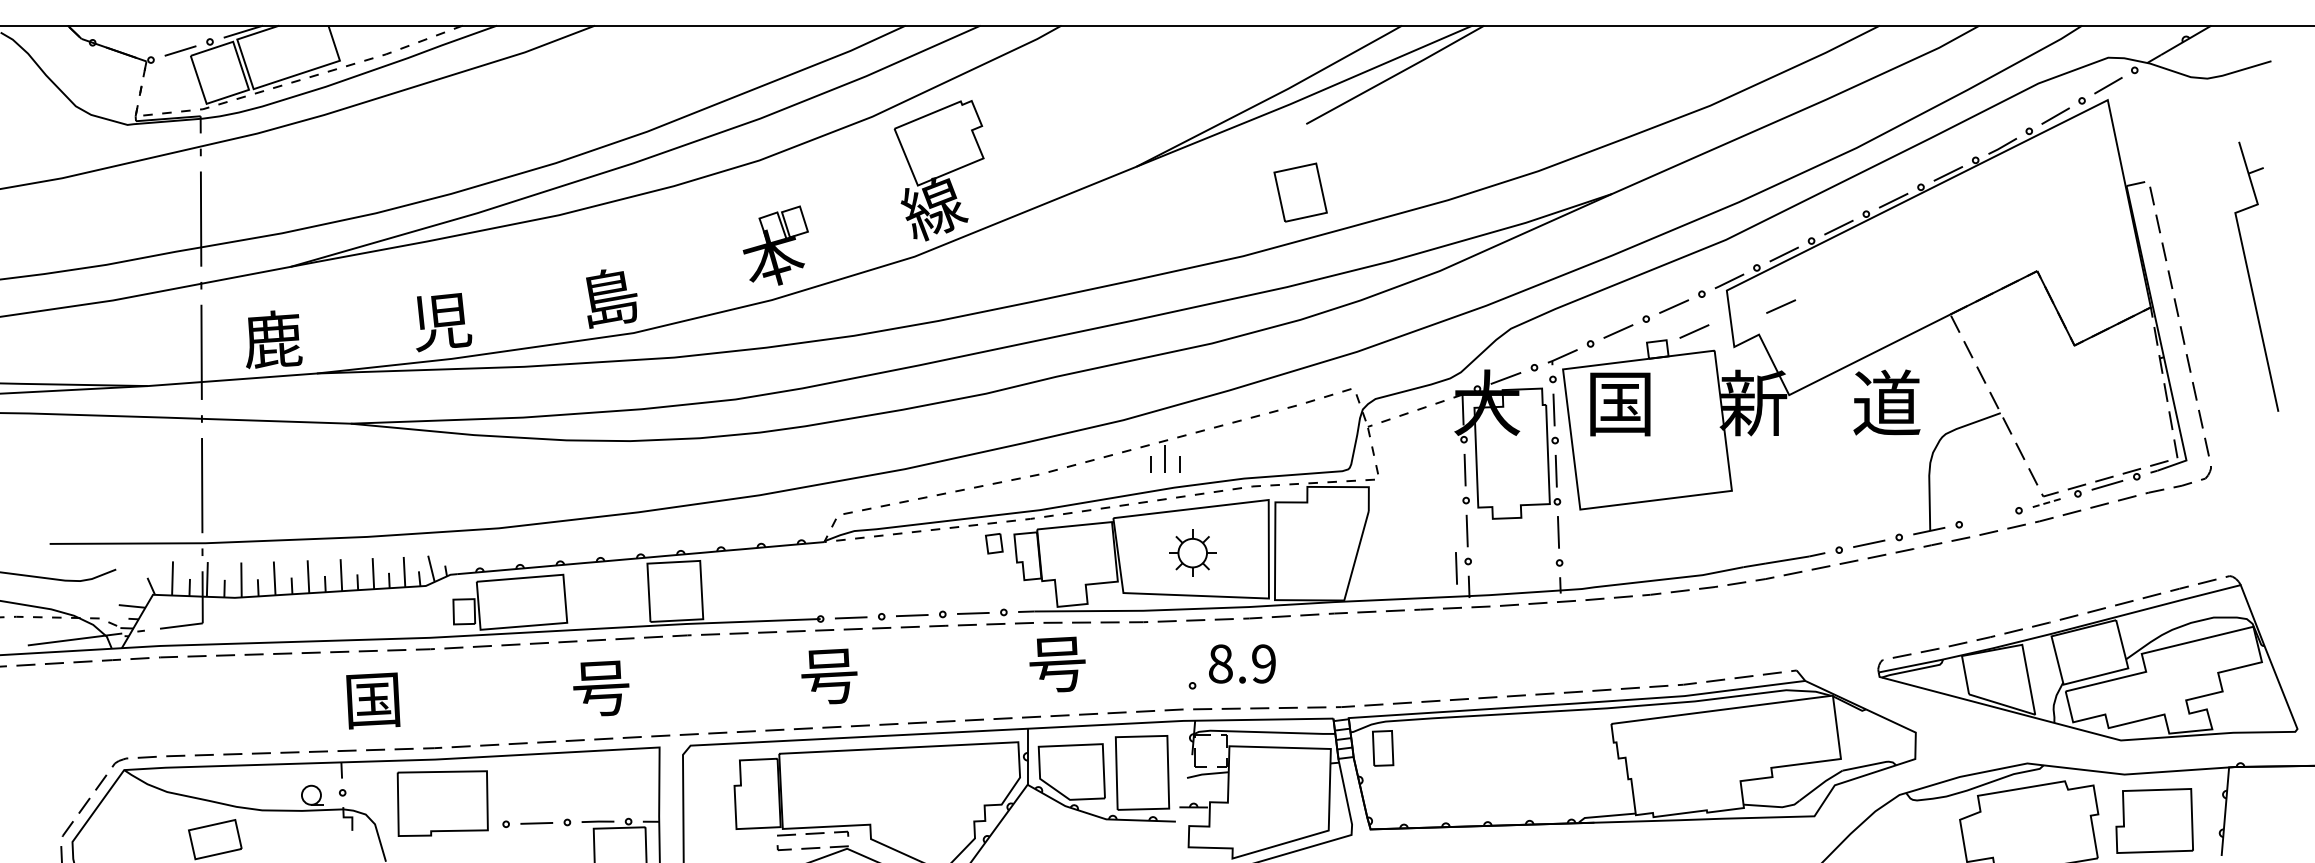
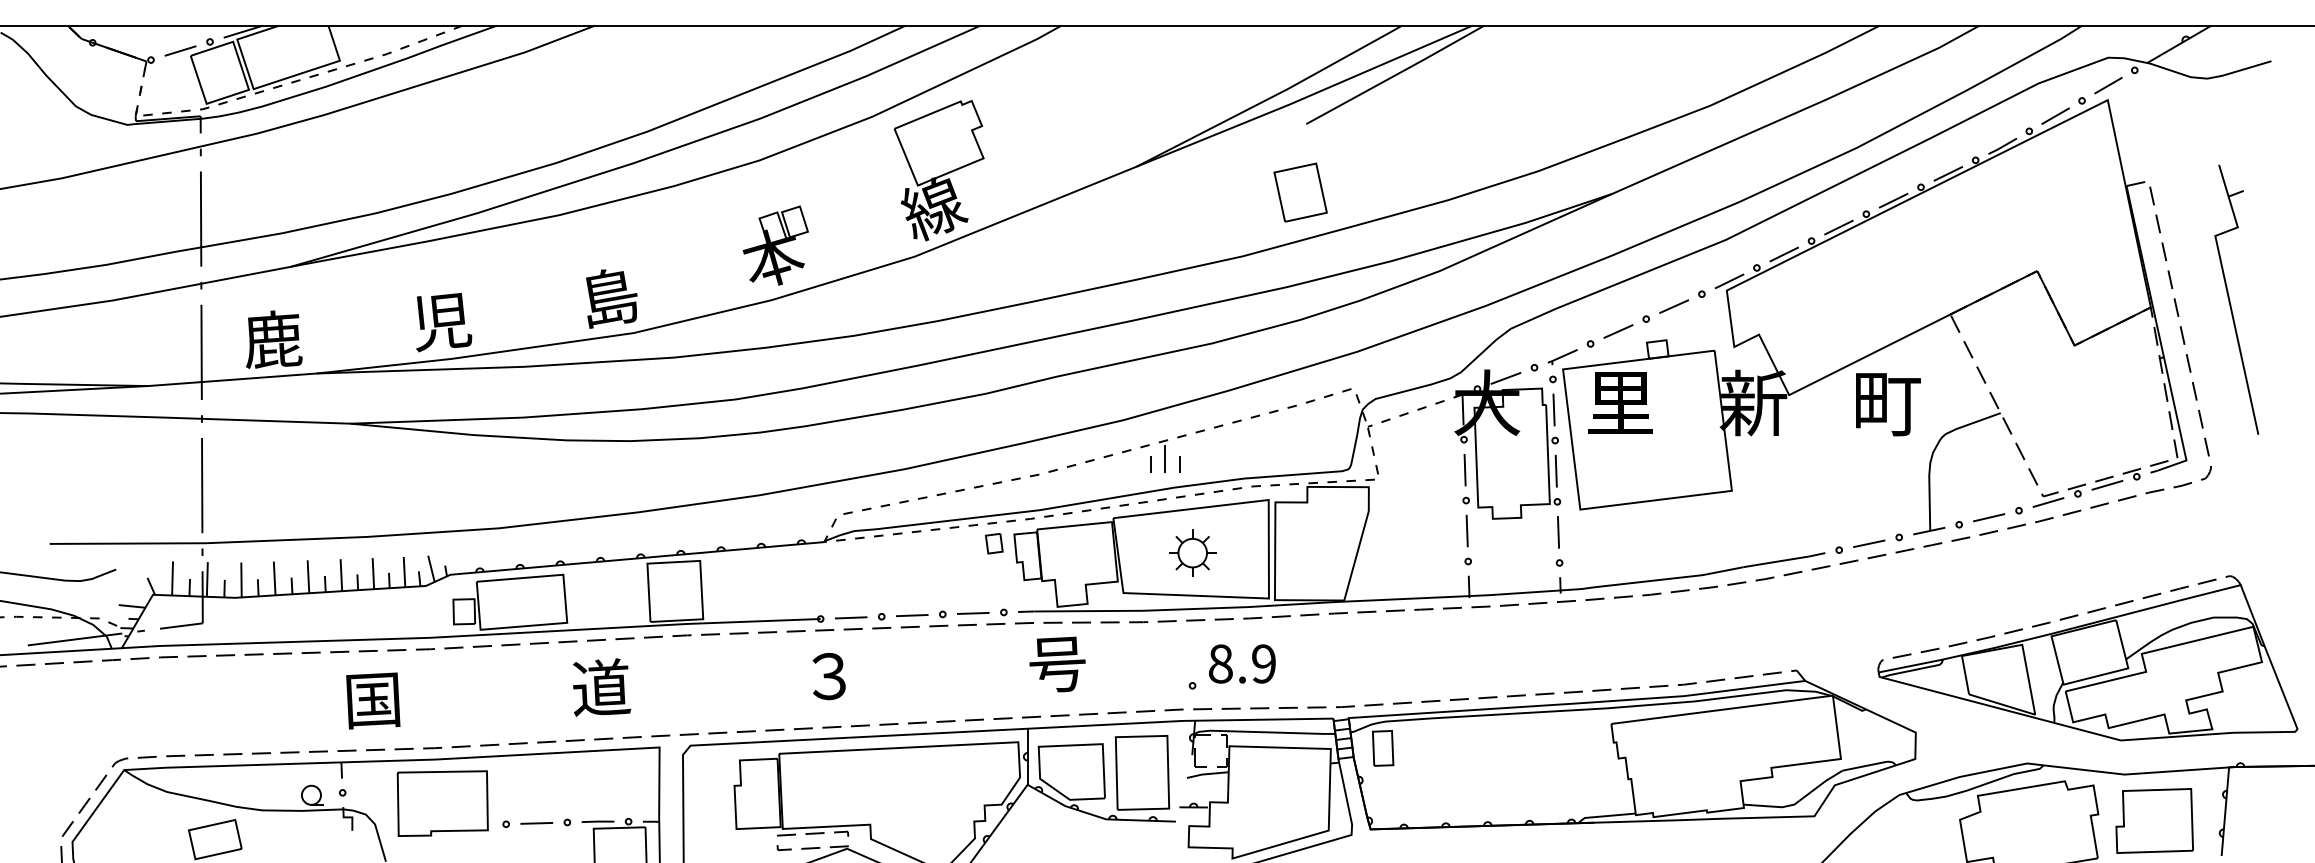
part at (2250, 277) position: (2250, 277) -> (2230, 300)
line at (1781, 306): present -> none
line at (1694, 331): present -> none
text at (1886, 402): 道 -> 町
text at (1620, 404): 国 -> 里
line at (2049, 502): dashed -> solid
line at (1989, 517): none -> present
line at (1456, 568): present -> none
text at (829, 676): 号 -> ３
text at (602, 687): 号 -> 道
